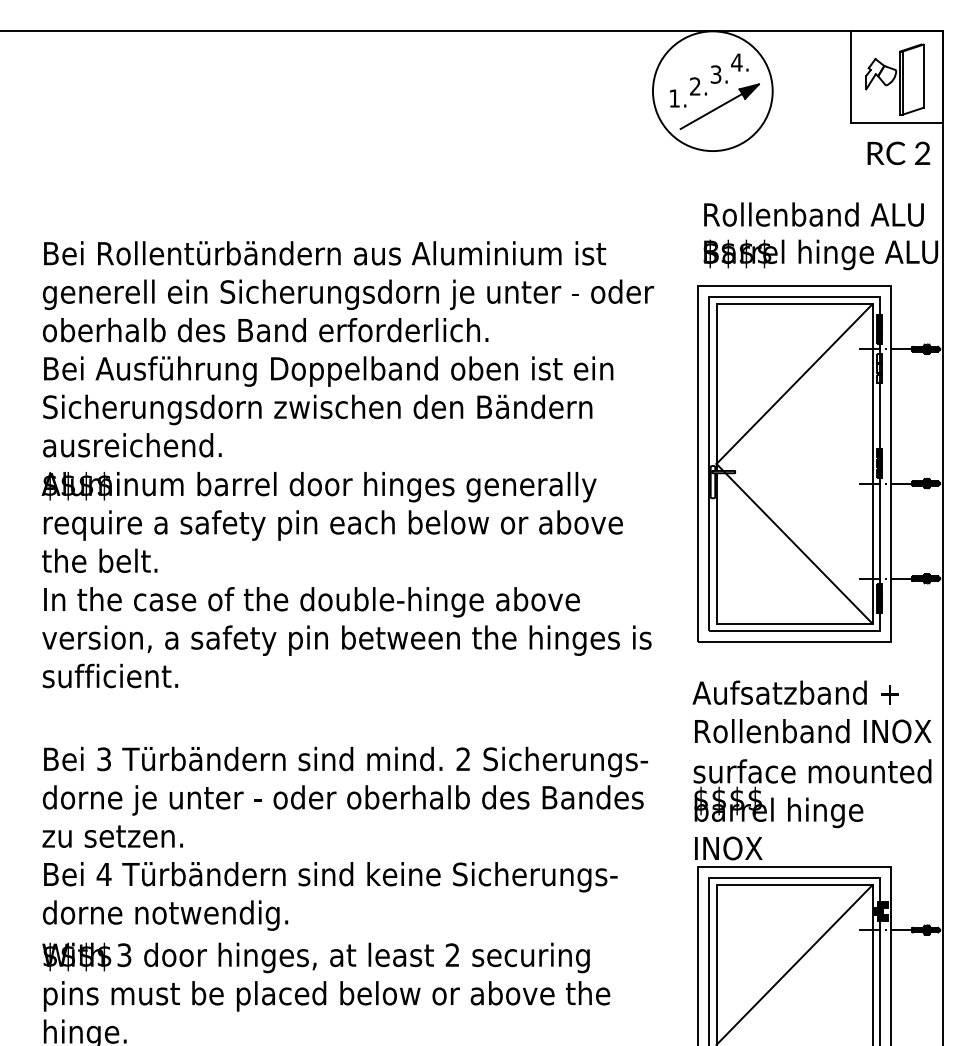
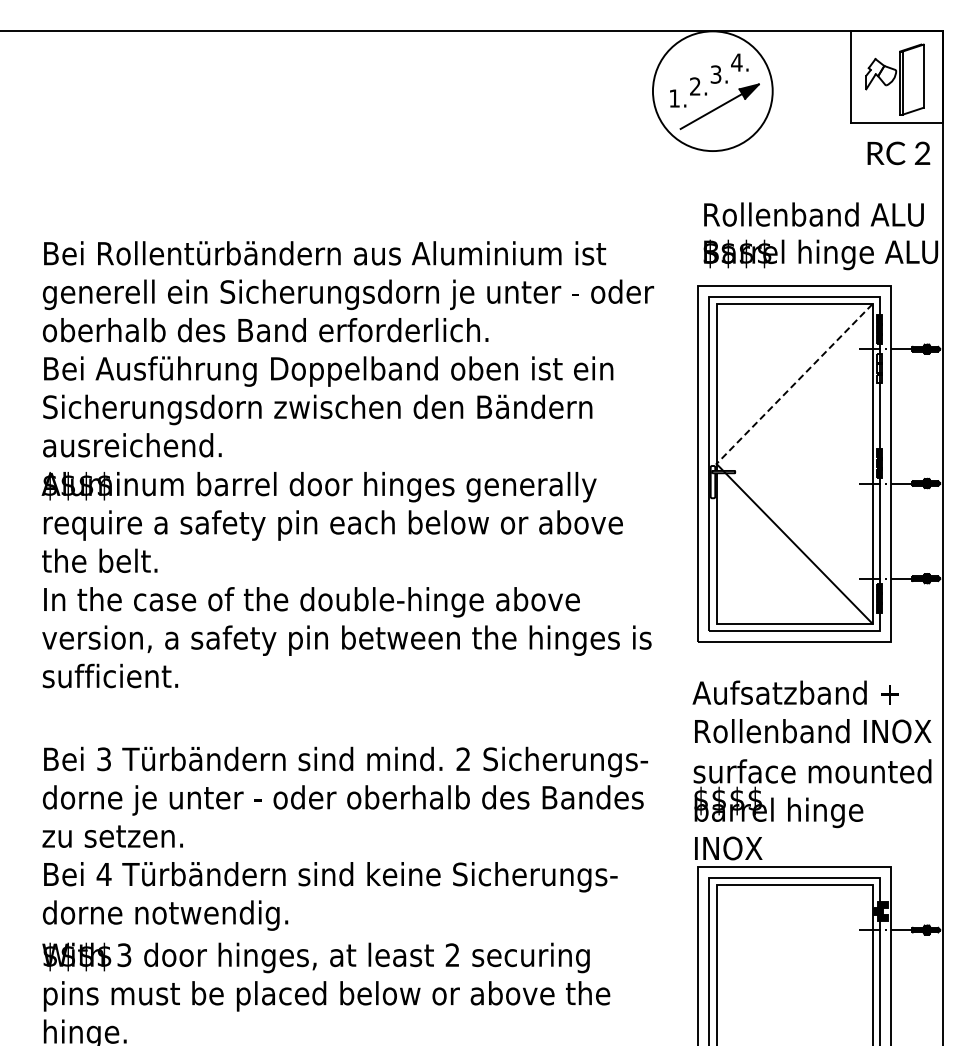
line at (794, 384): solid -> dashed
line at (795, 963): present -> none
